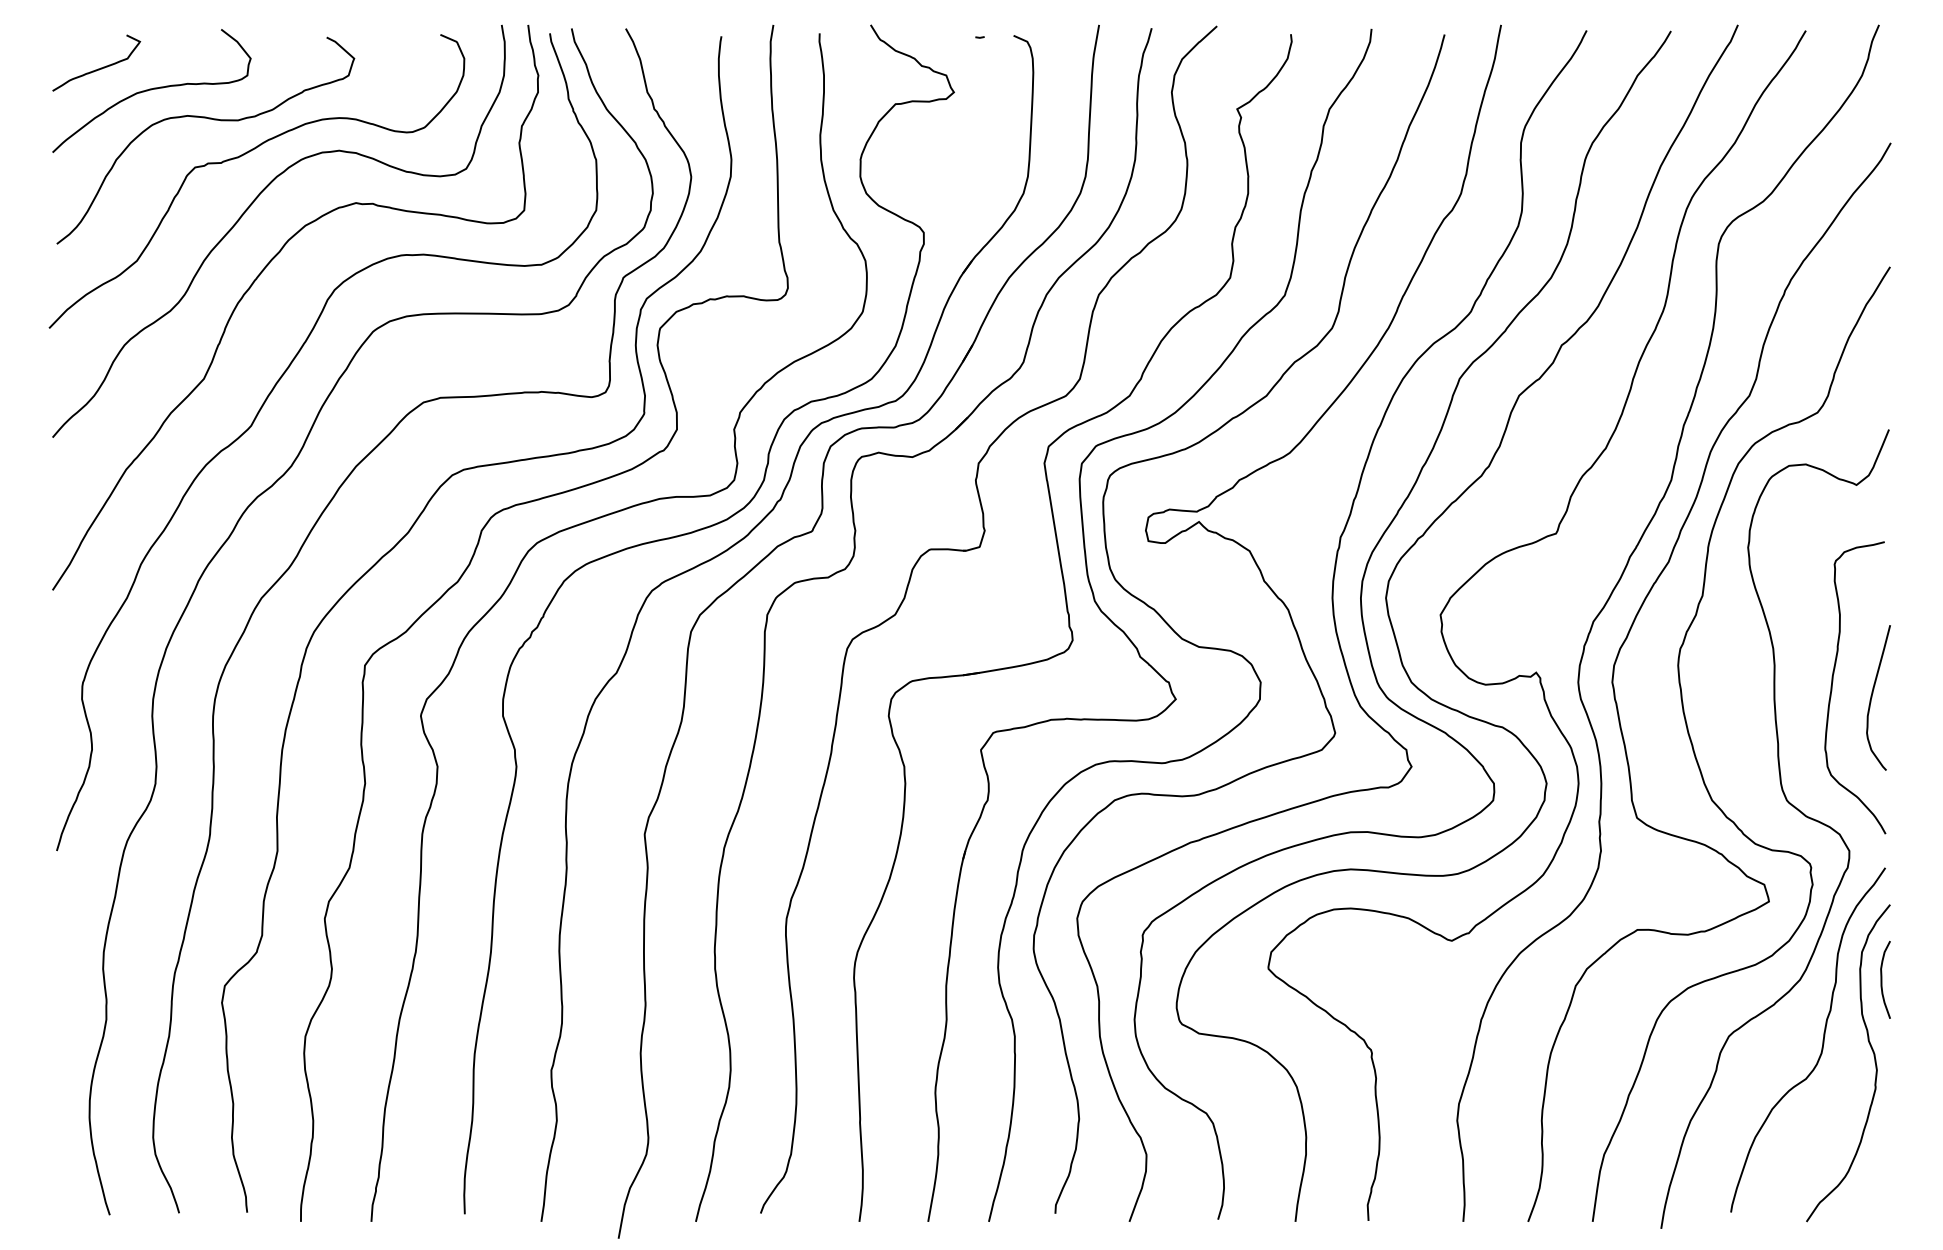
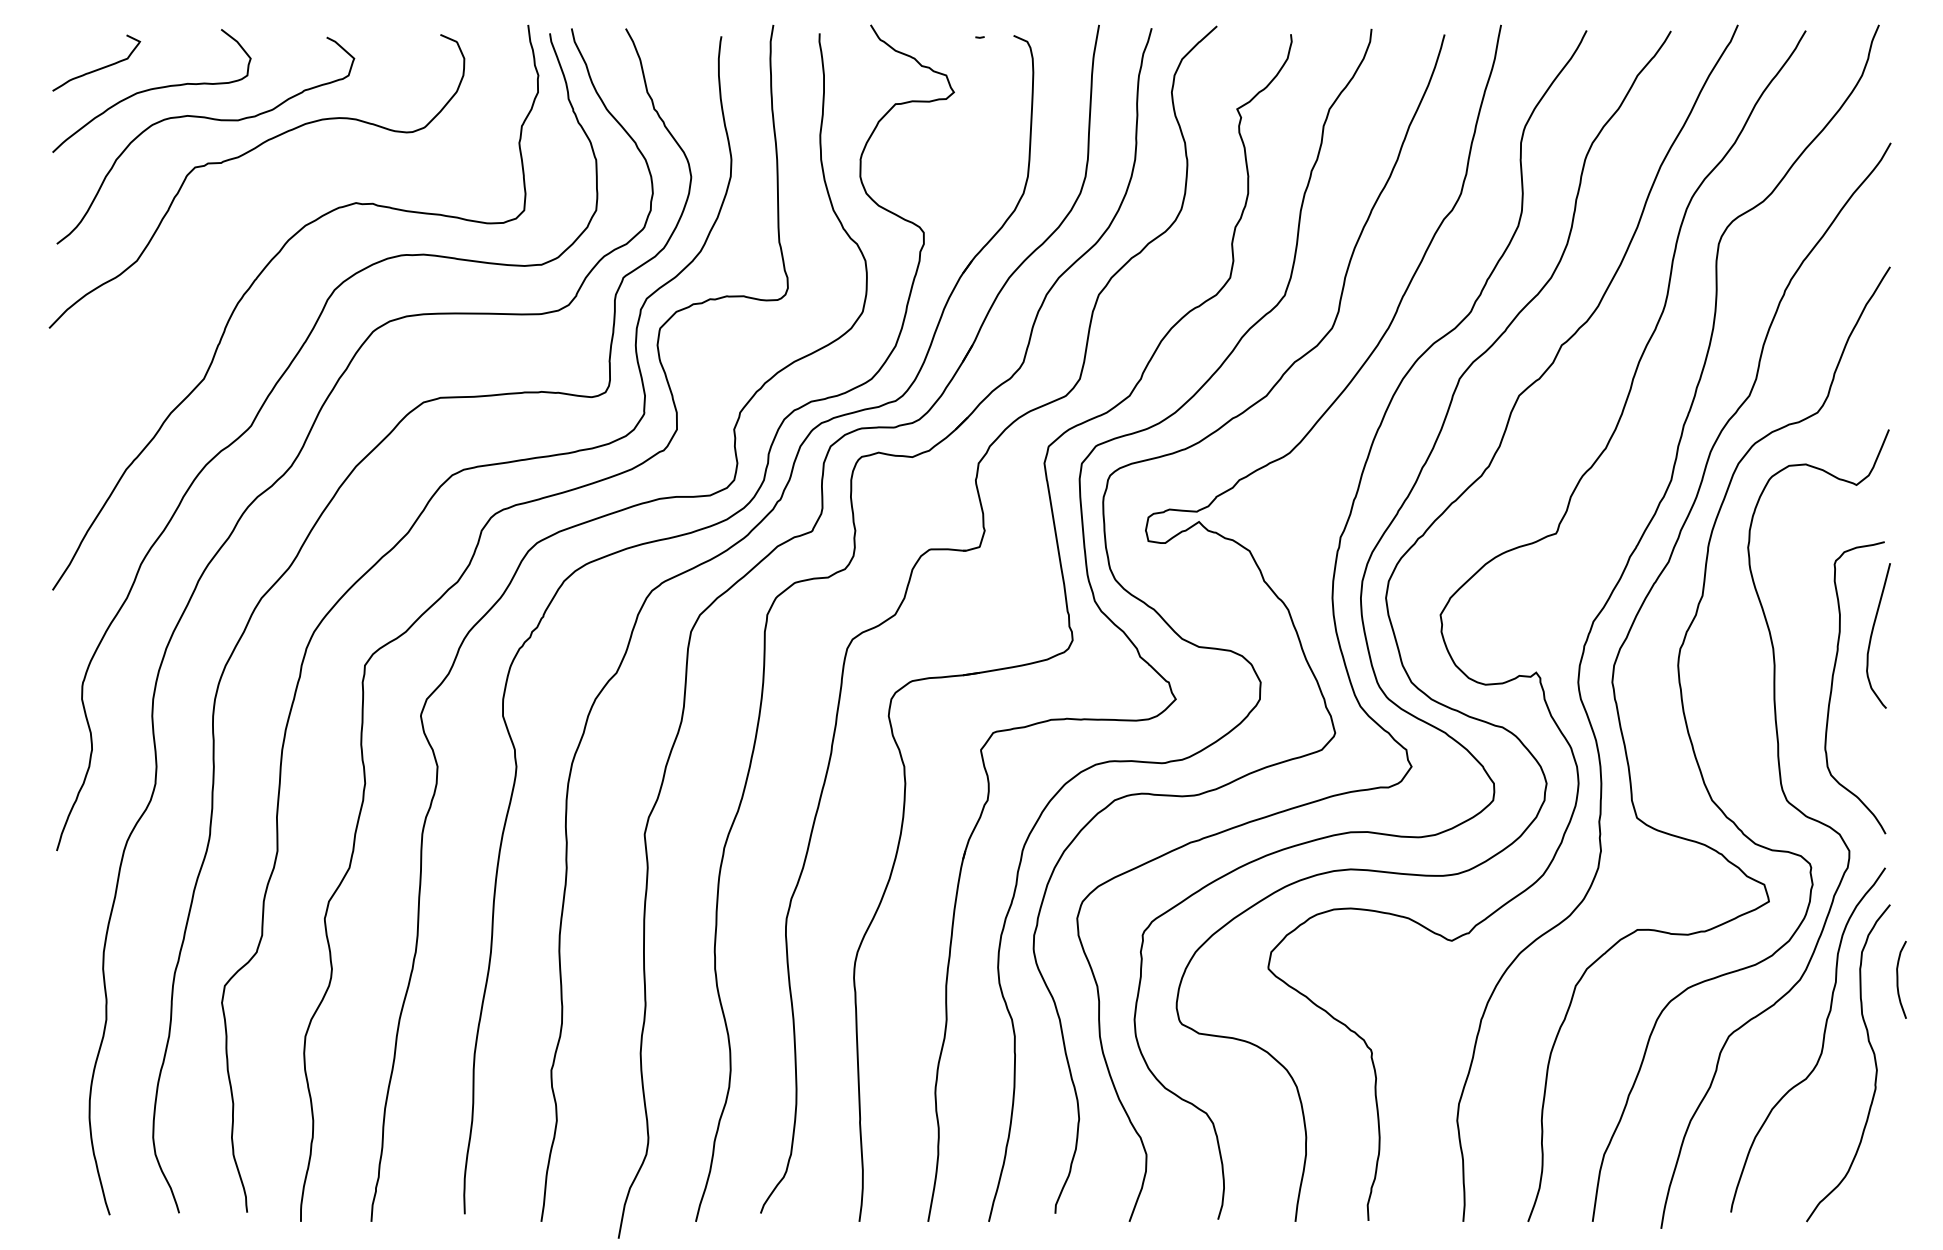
curve at (249, 208): present -> none
curve at (1872, 697) position: (1872, 697) -> (1872, 635)
curve at (1882, 979) position: (1882, 979) -> (1898, 979)
